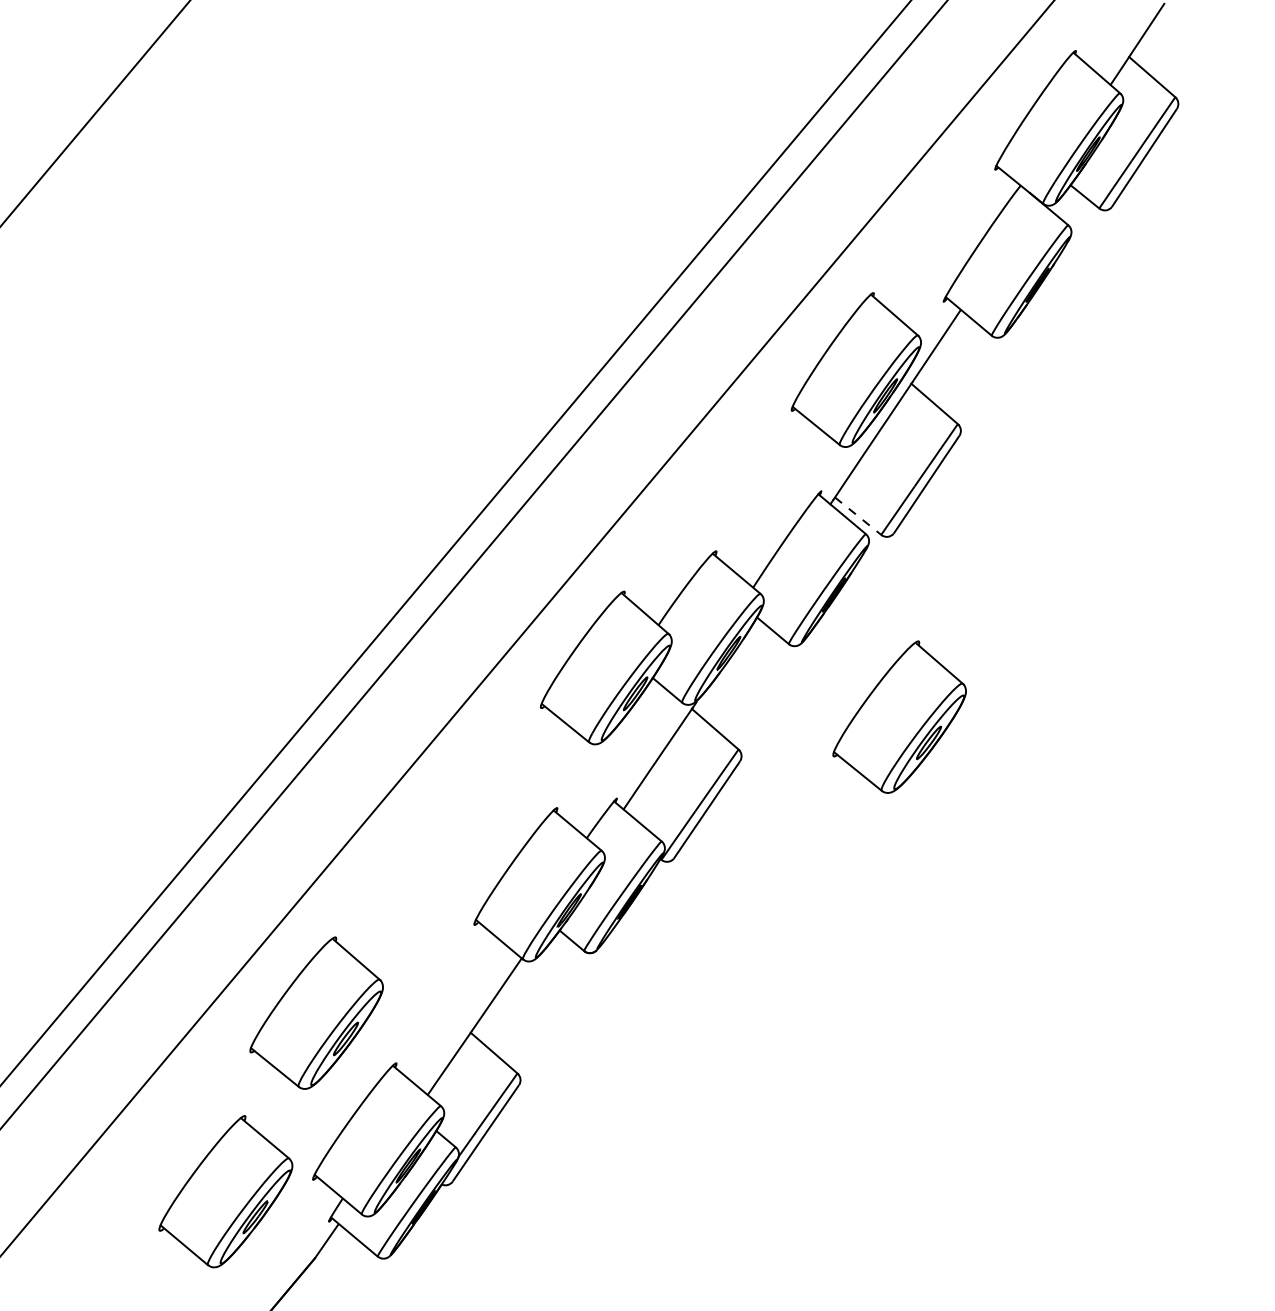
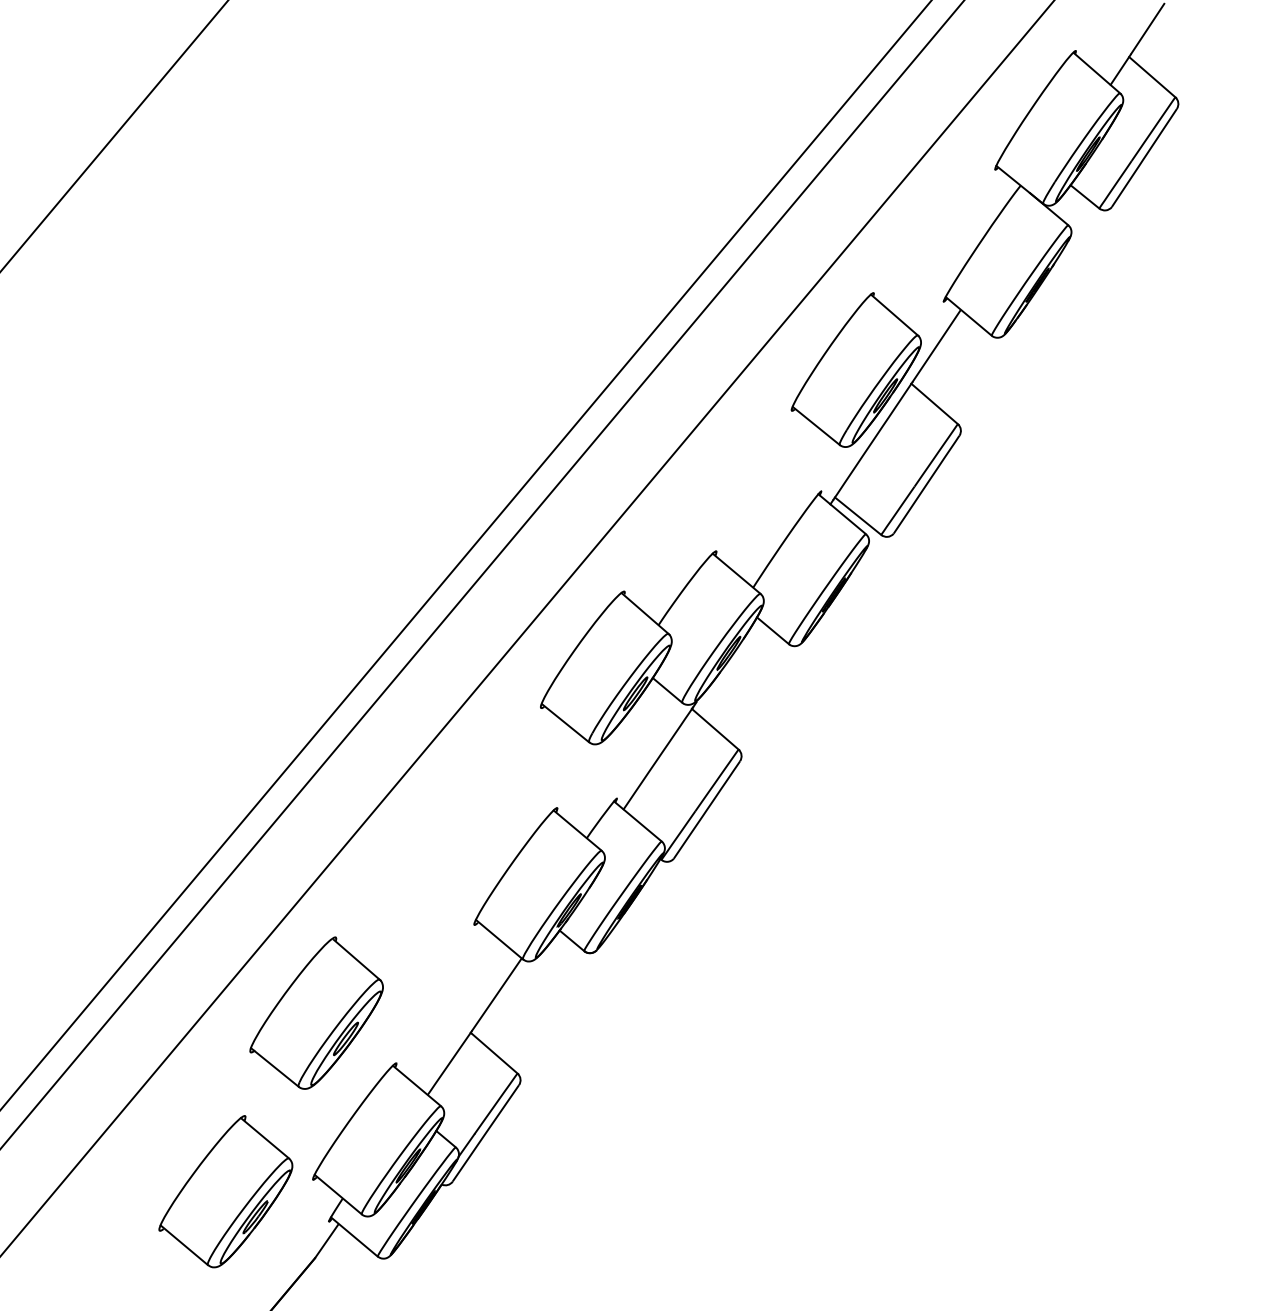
line at (95, 113) position: (95, 113) -> (114, 136)
line at (858, 516): dashed -> solid
line at (455, 542) position: (455, 542) -> (465, 555)
line at (474, 564) position: (474, 564) -> (482, 574)
part at (899, 716): present -> none
